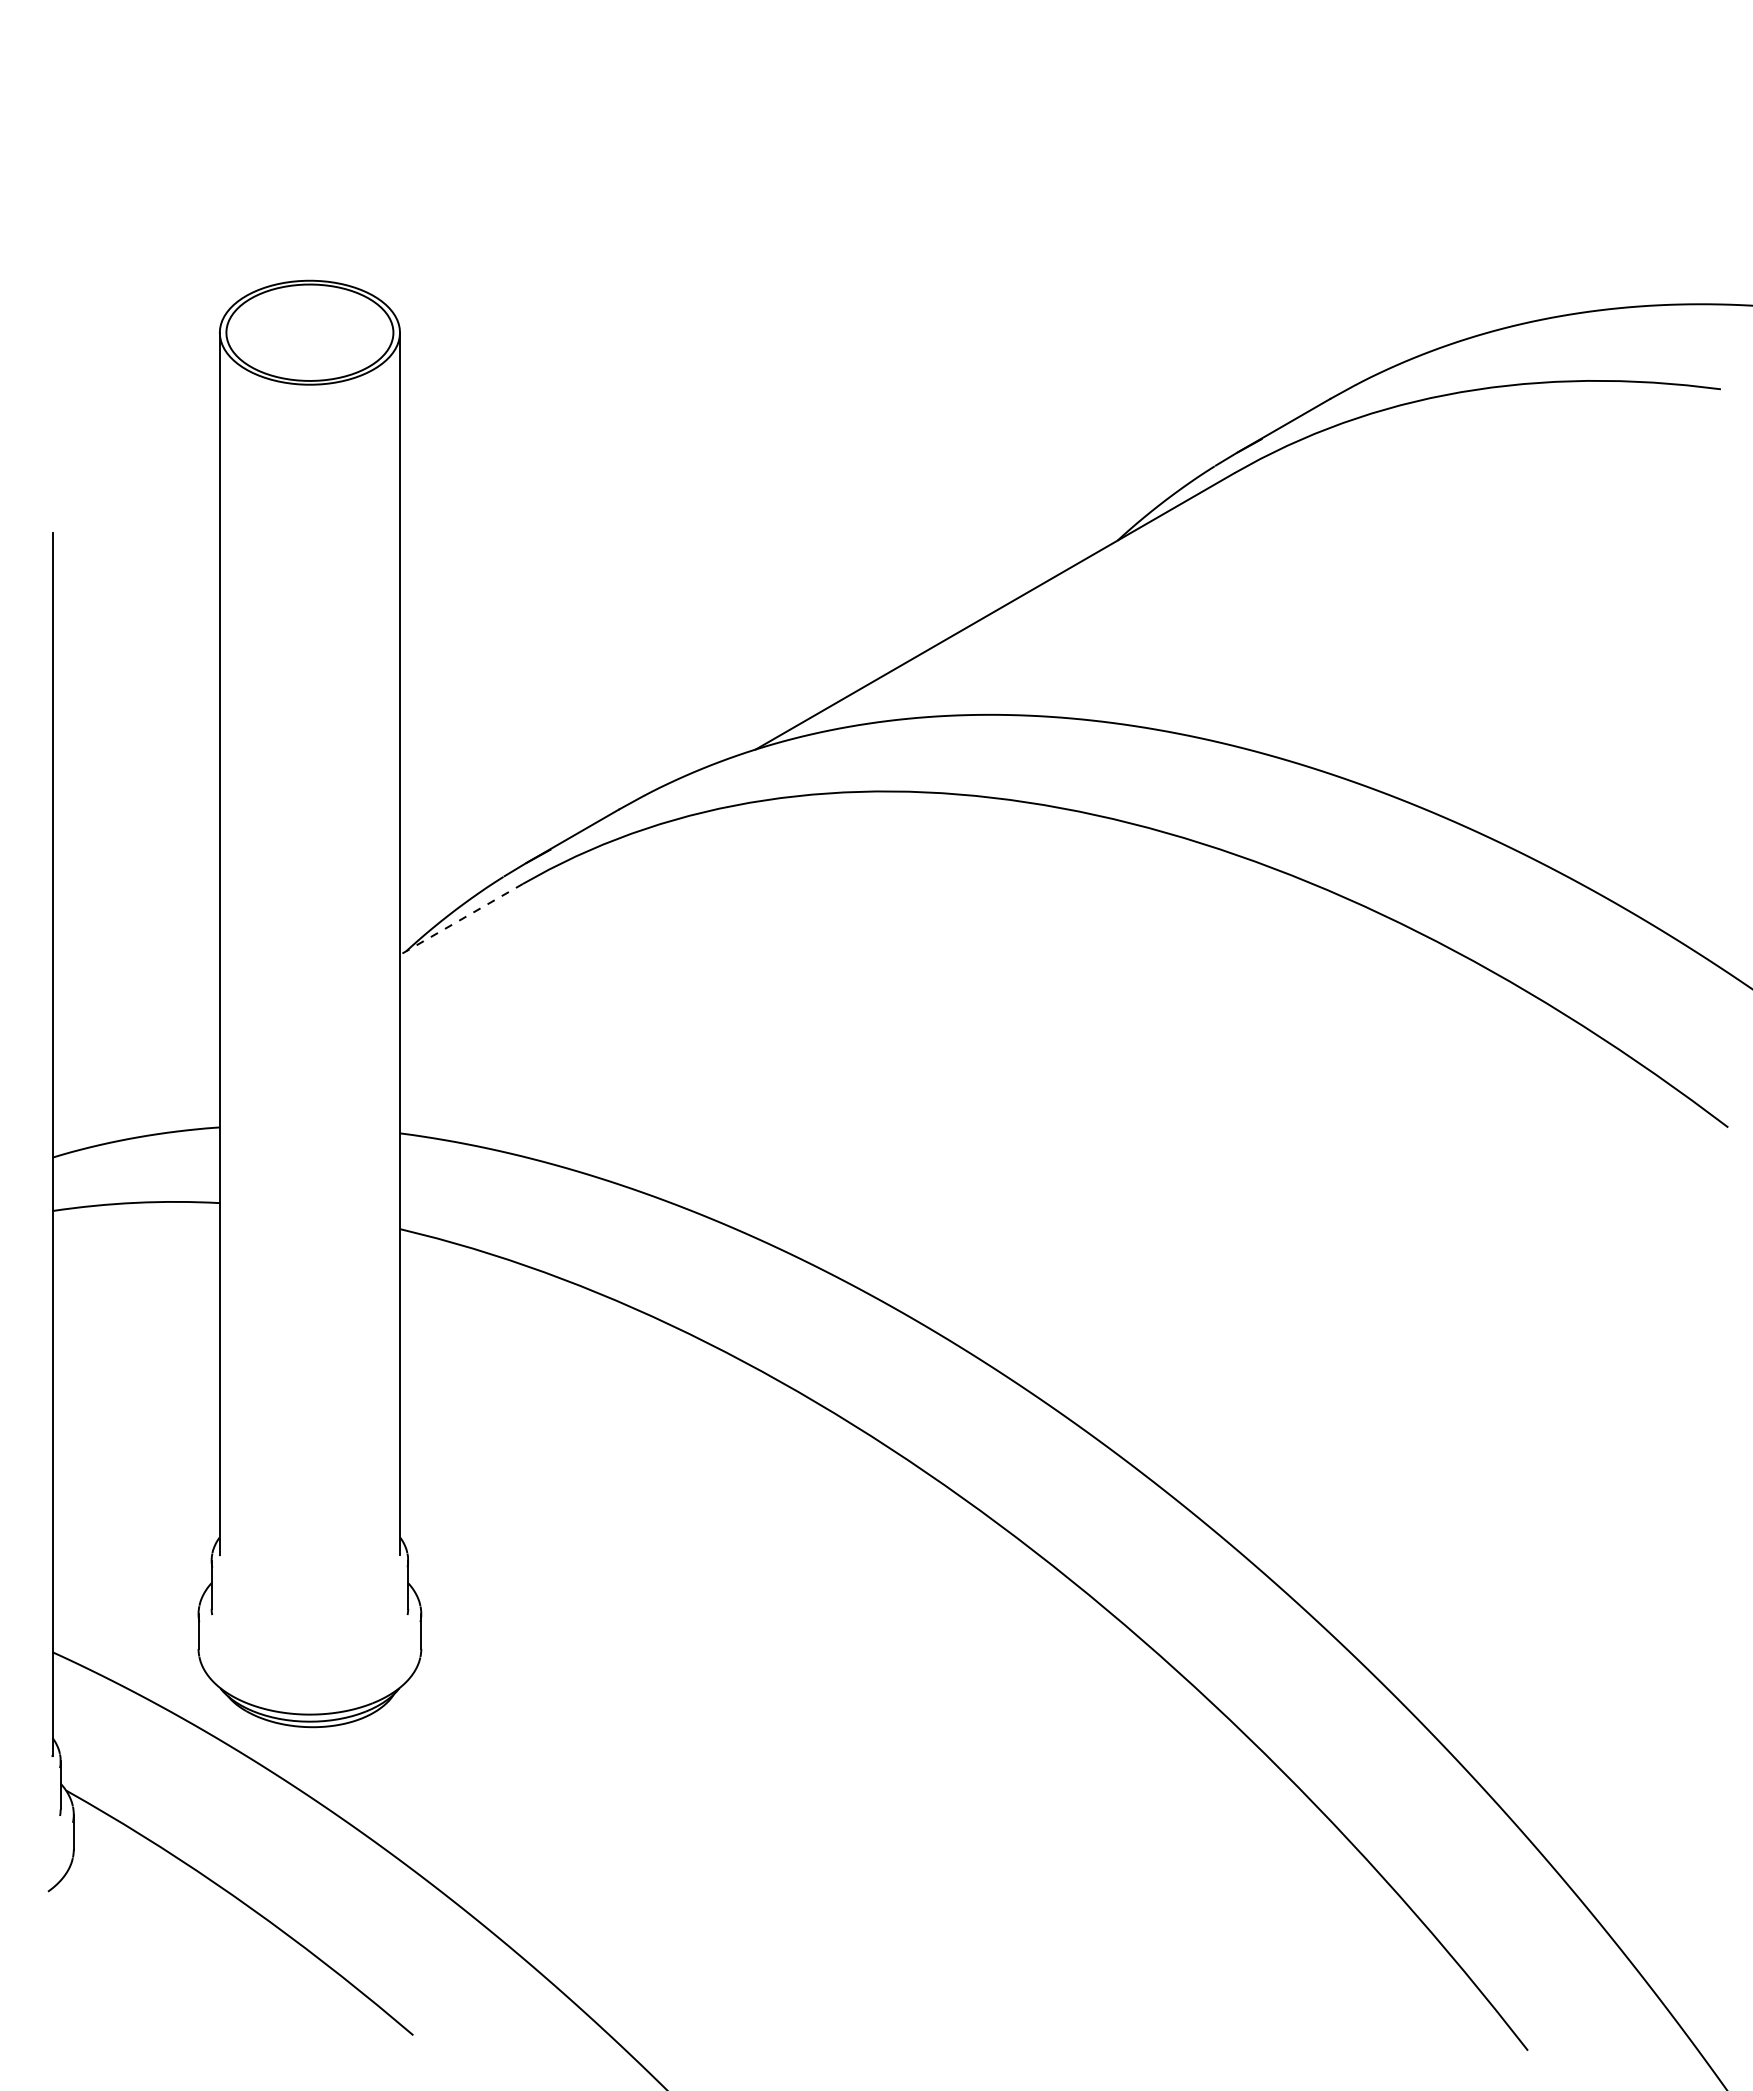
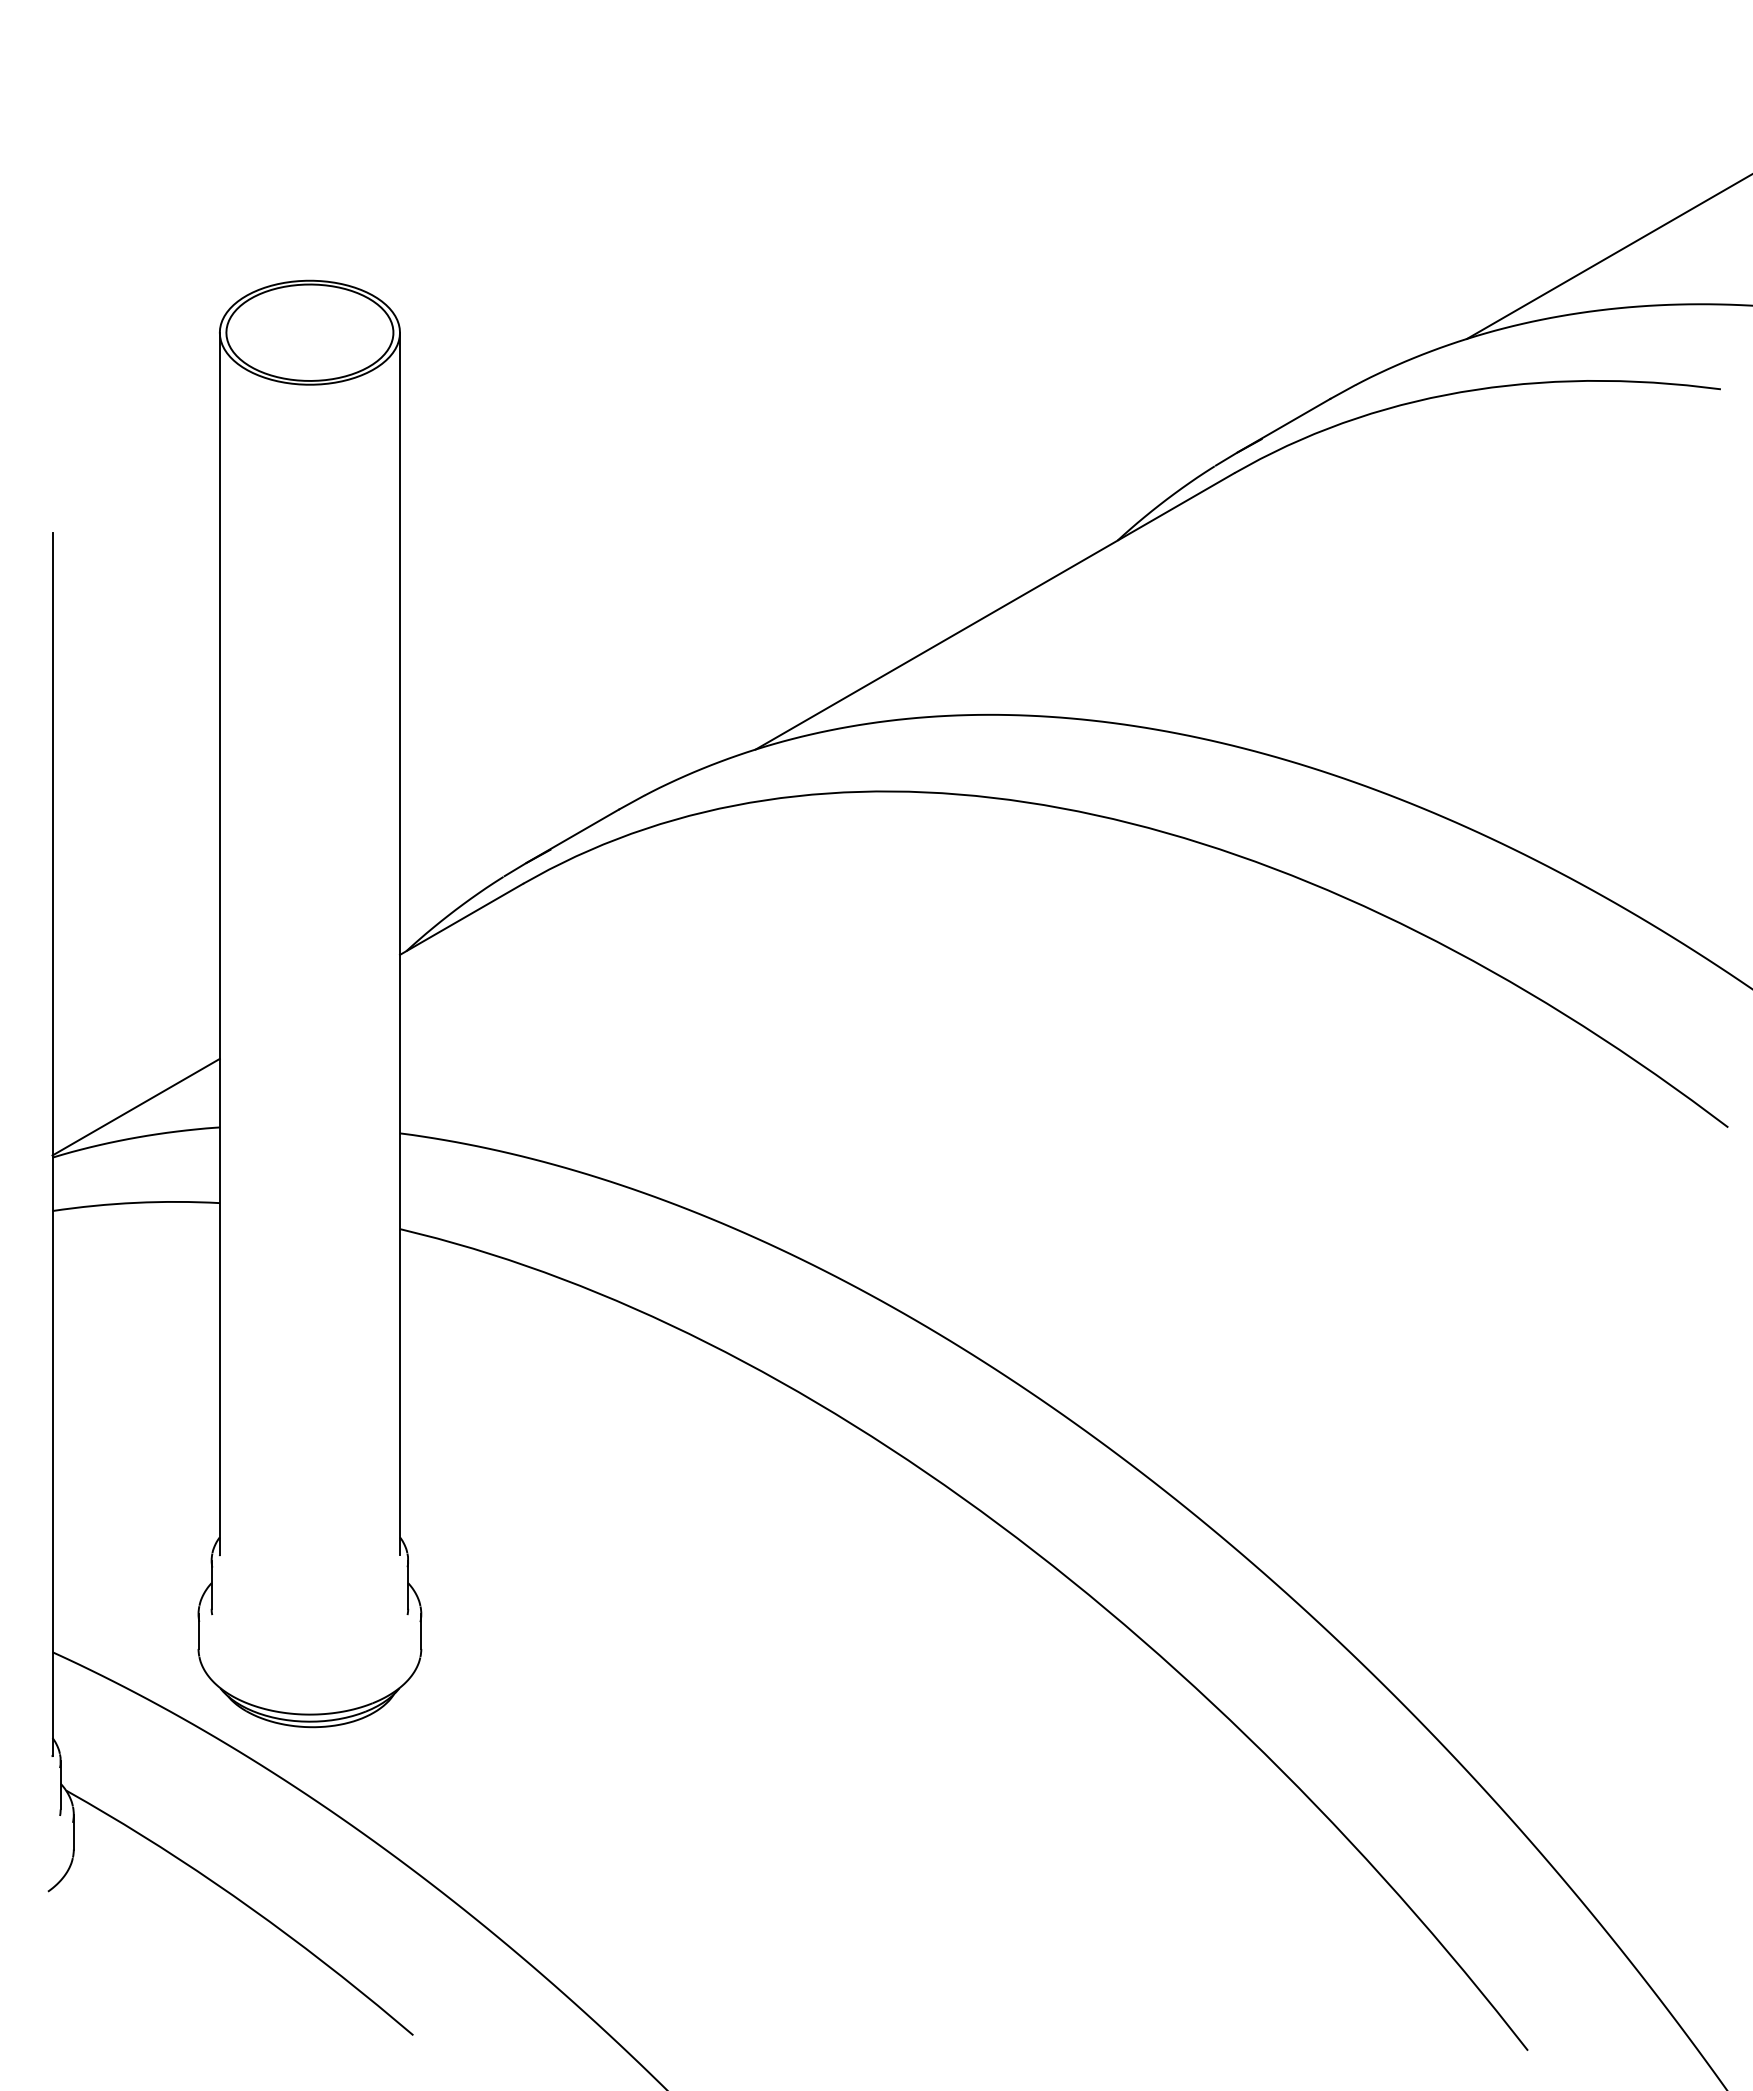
line at (1607, 256): none -> present
line at (461, 919): dashed -> solid
line at (135, 1106): none -> present
